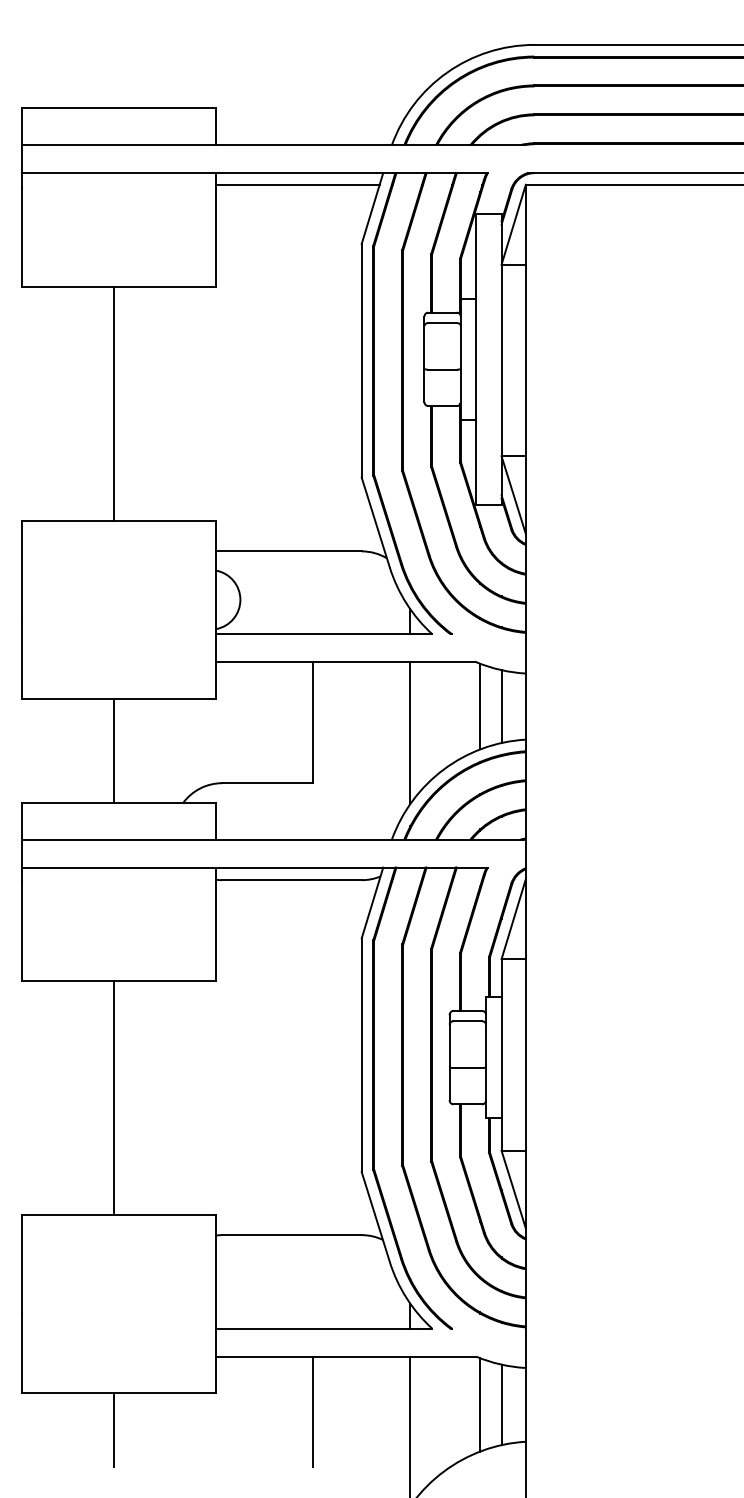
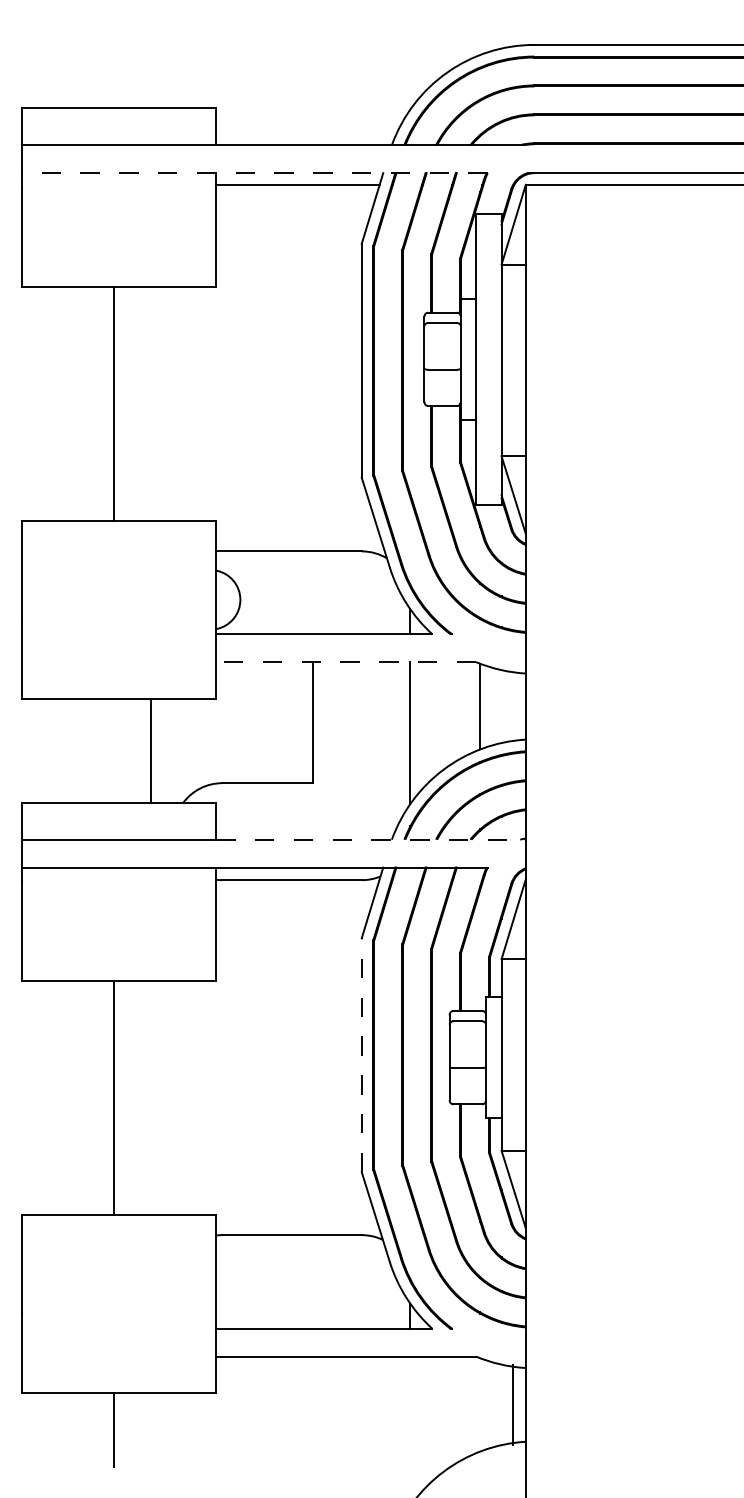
line at (255, 173): solid -> dashed
line at (346, 662): solid -> dashed
line at (501, 706): present -> none
line at (113, 750) position: (113, 750) -> (150, 750)
line at (370, 839): solid -> dashed
line at (361, 1055): solid -> dashed
line at (480, 1404): present -> none
line at (501, 1404) position: (501, 1404) -> (512, 1404)
line at (313, 1411): present -> none
line at (410, 1425): present -> none
